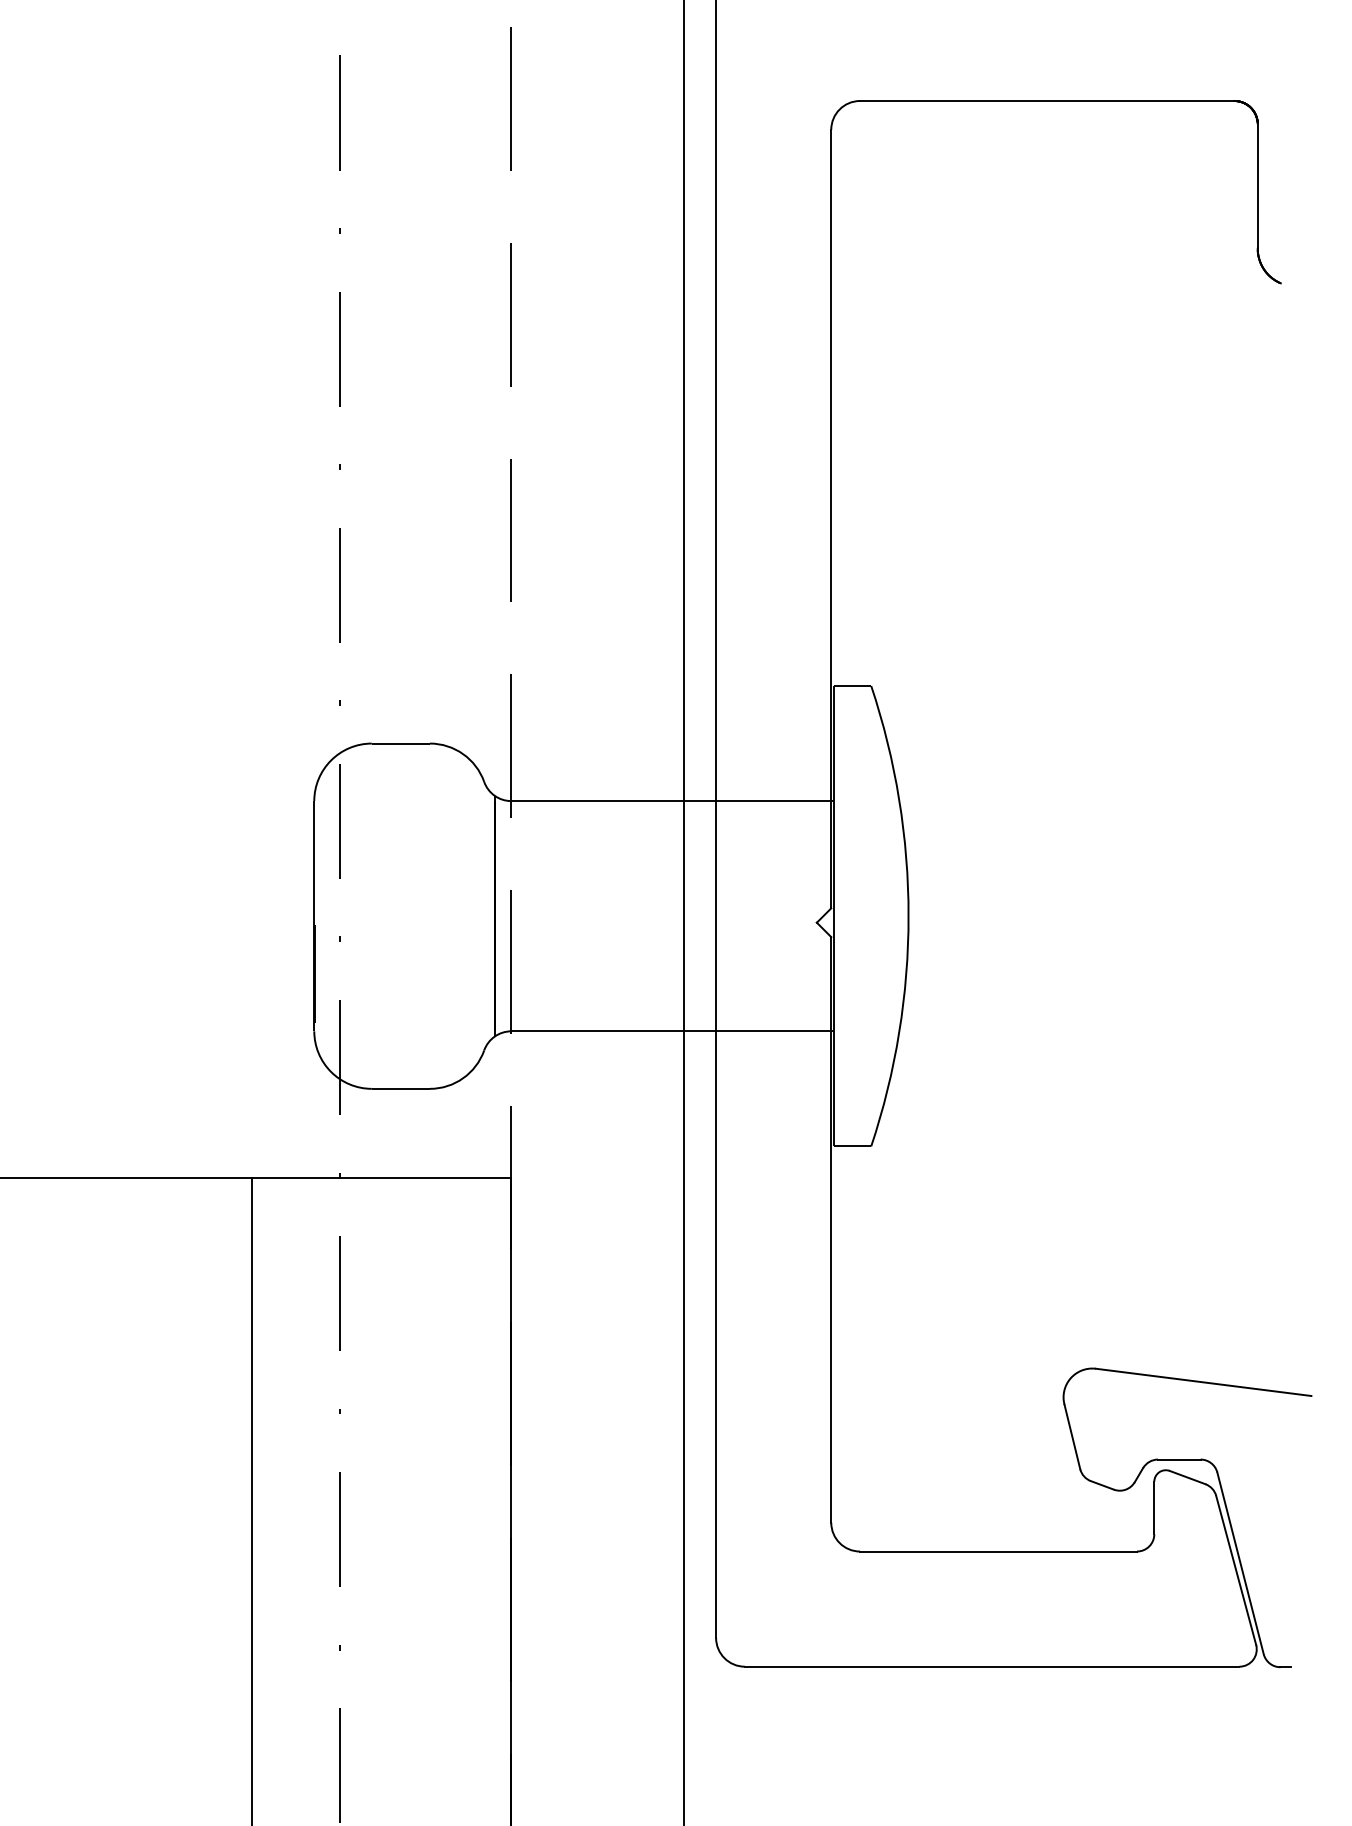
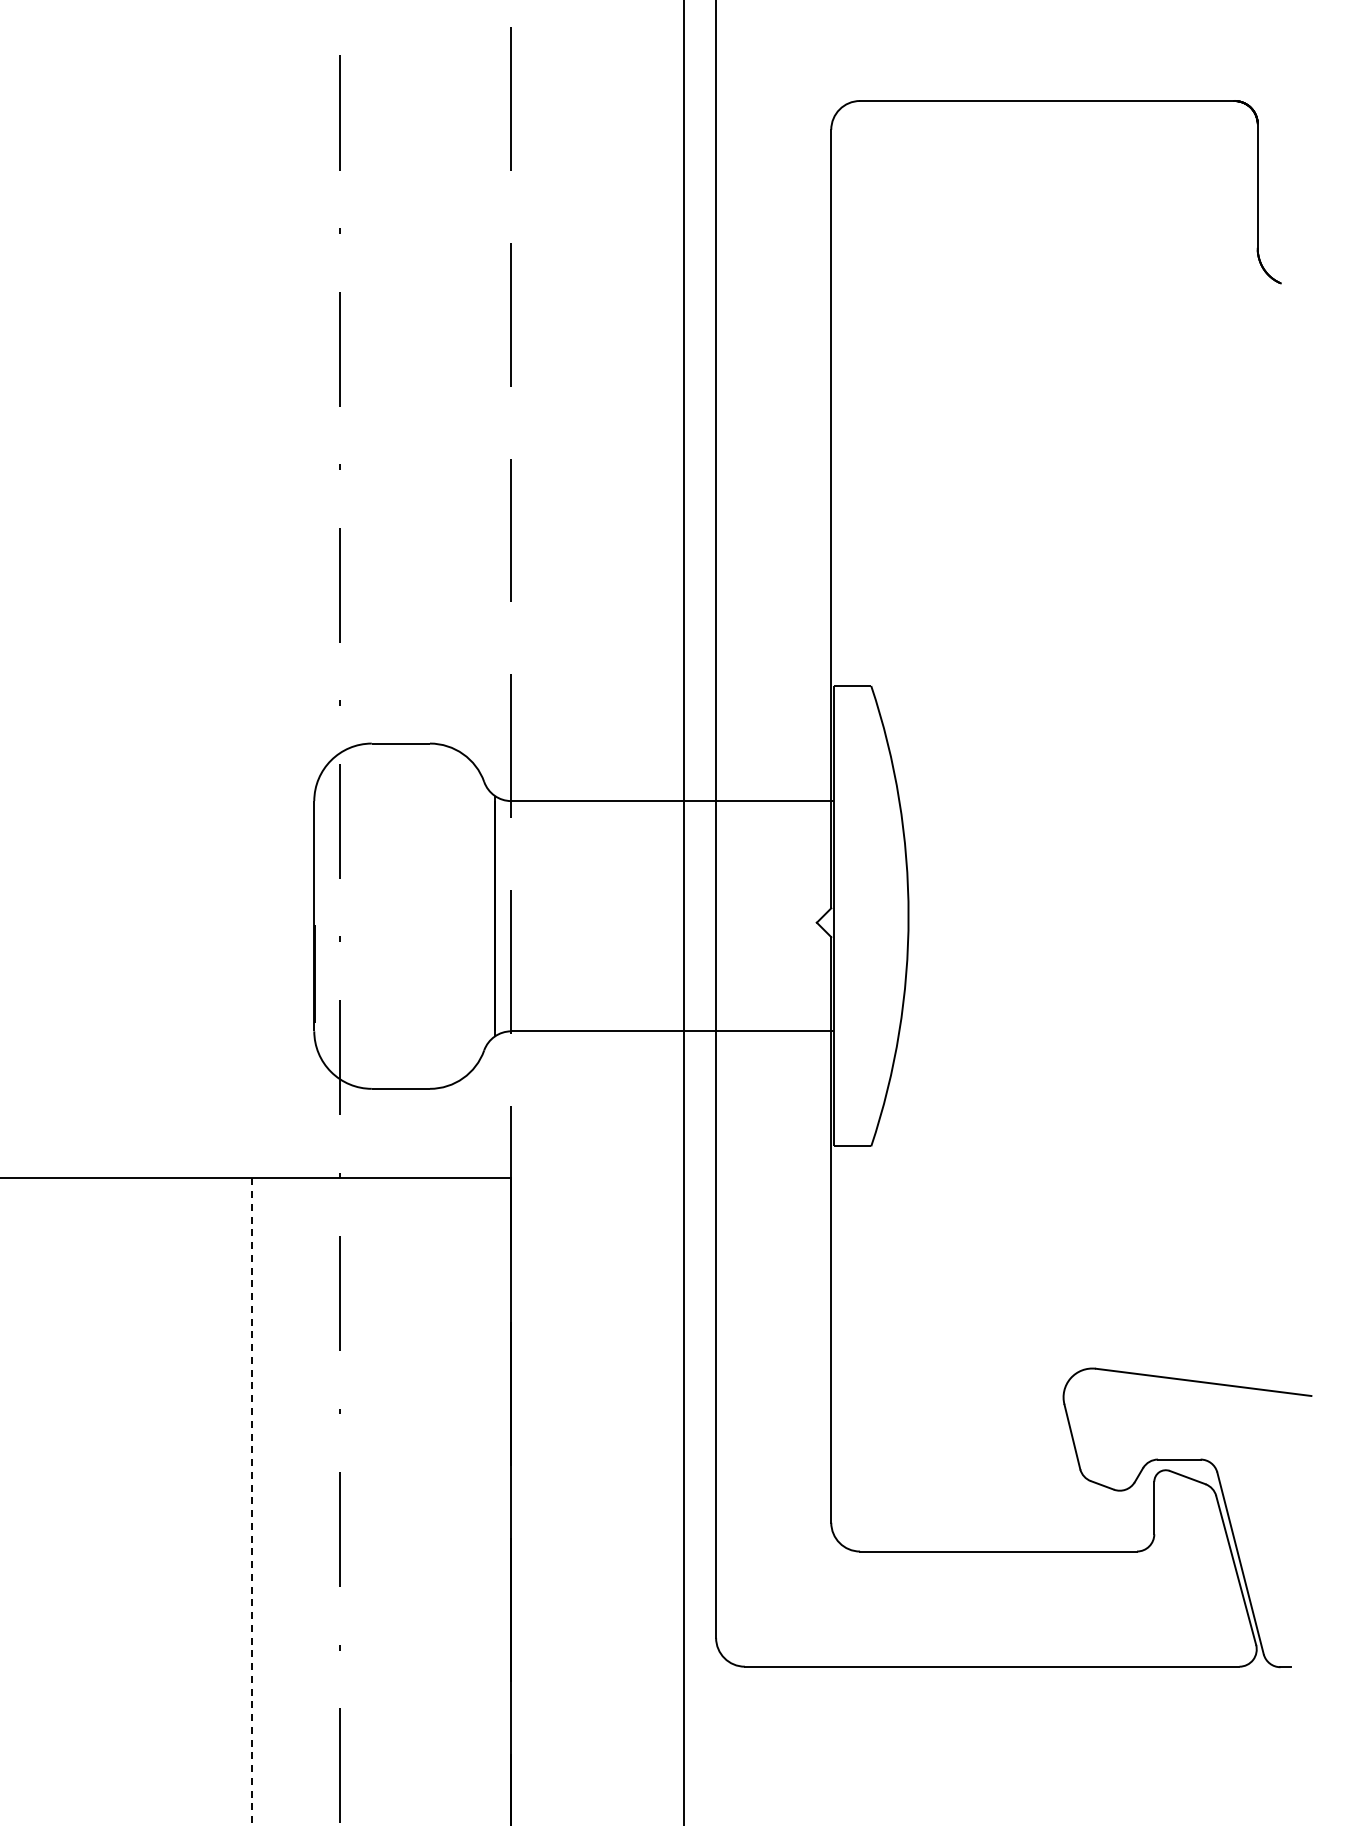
line at (252, 1502): solid -> dashed
